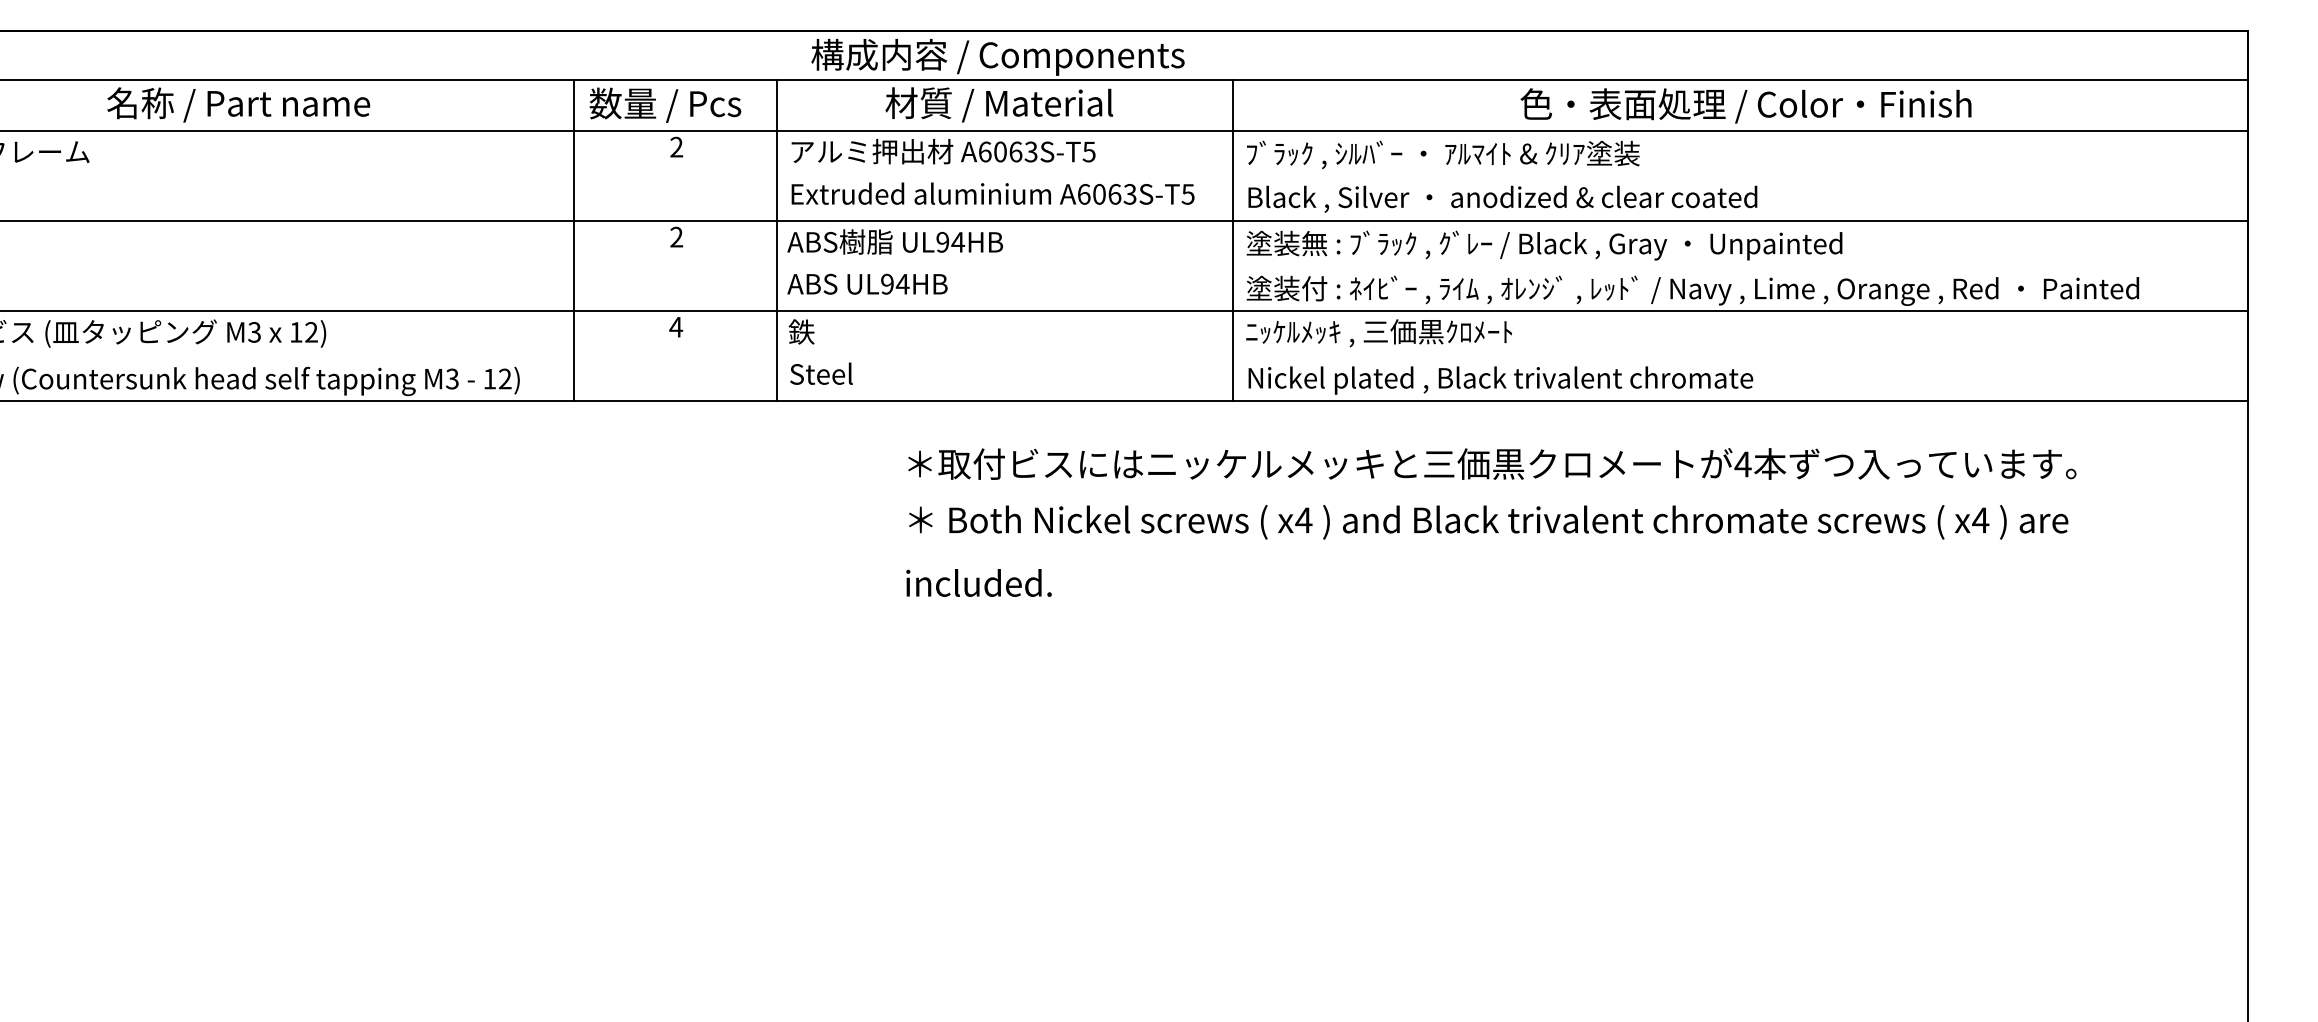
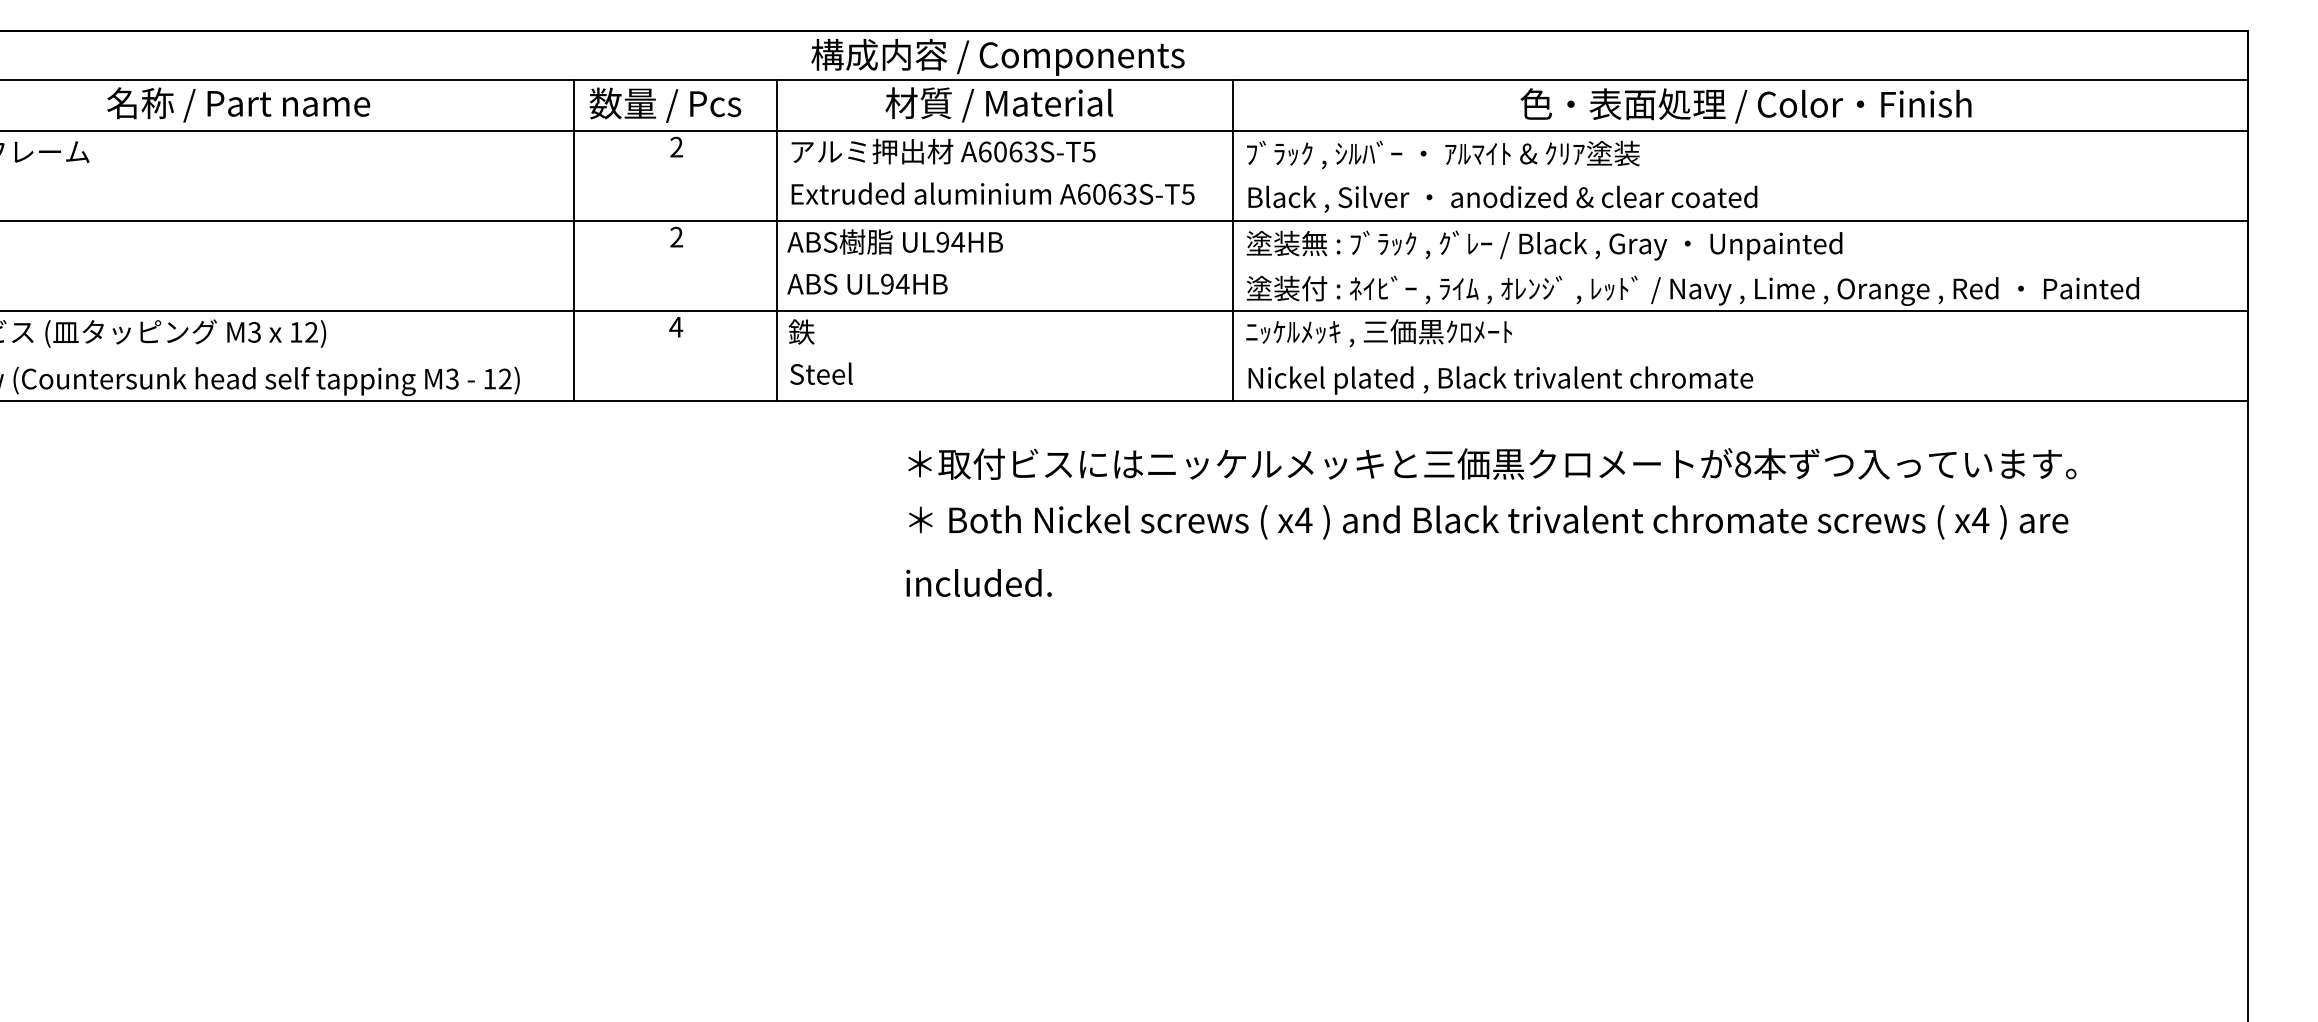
text at (1742, 464): 4 -> 8
